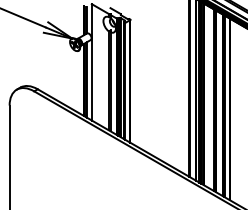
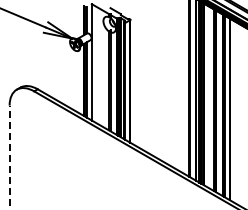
line at (9, 157): solid -> dashed
